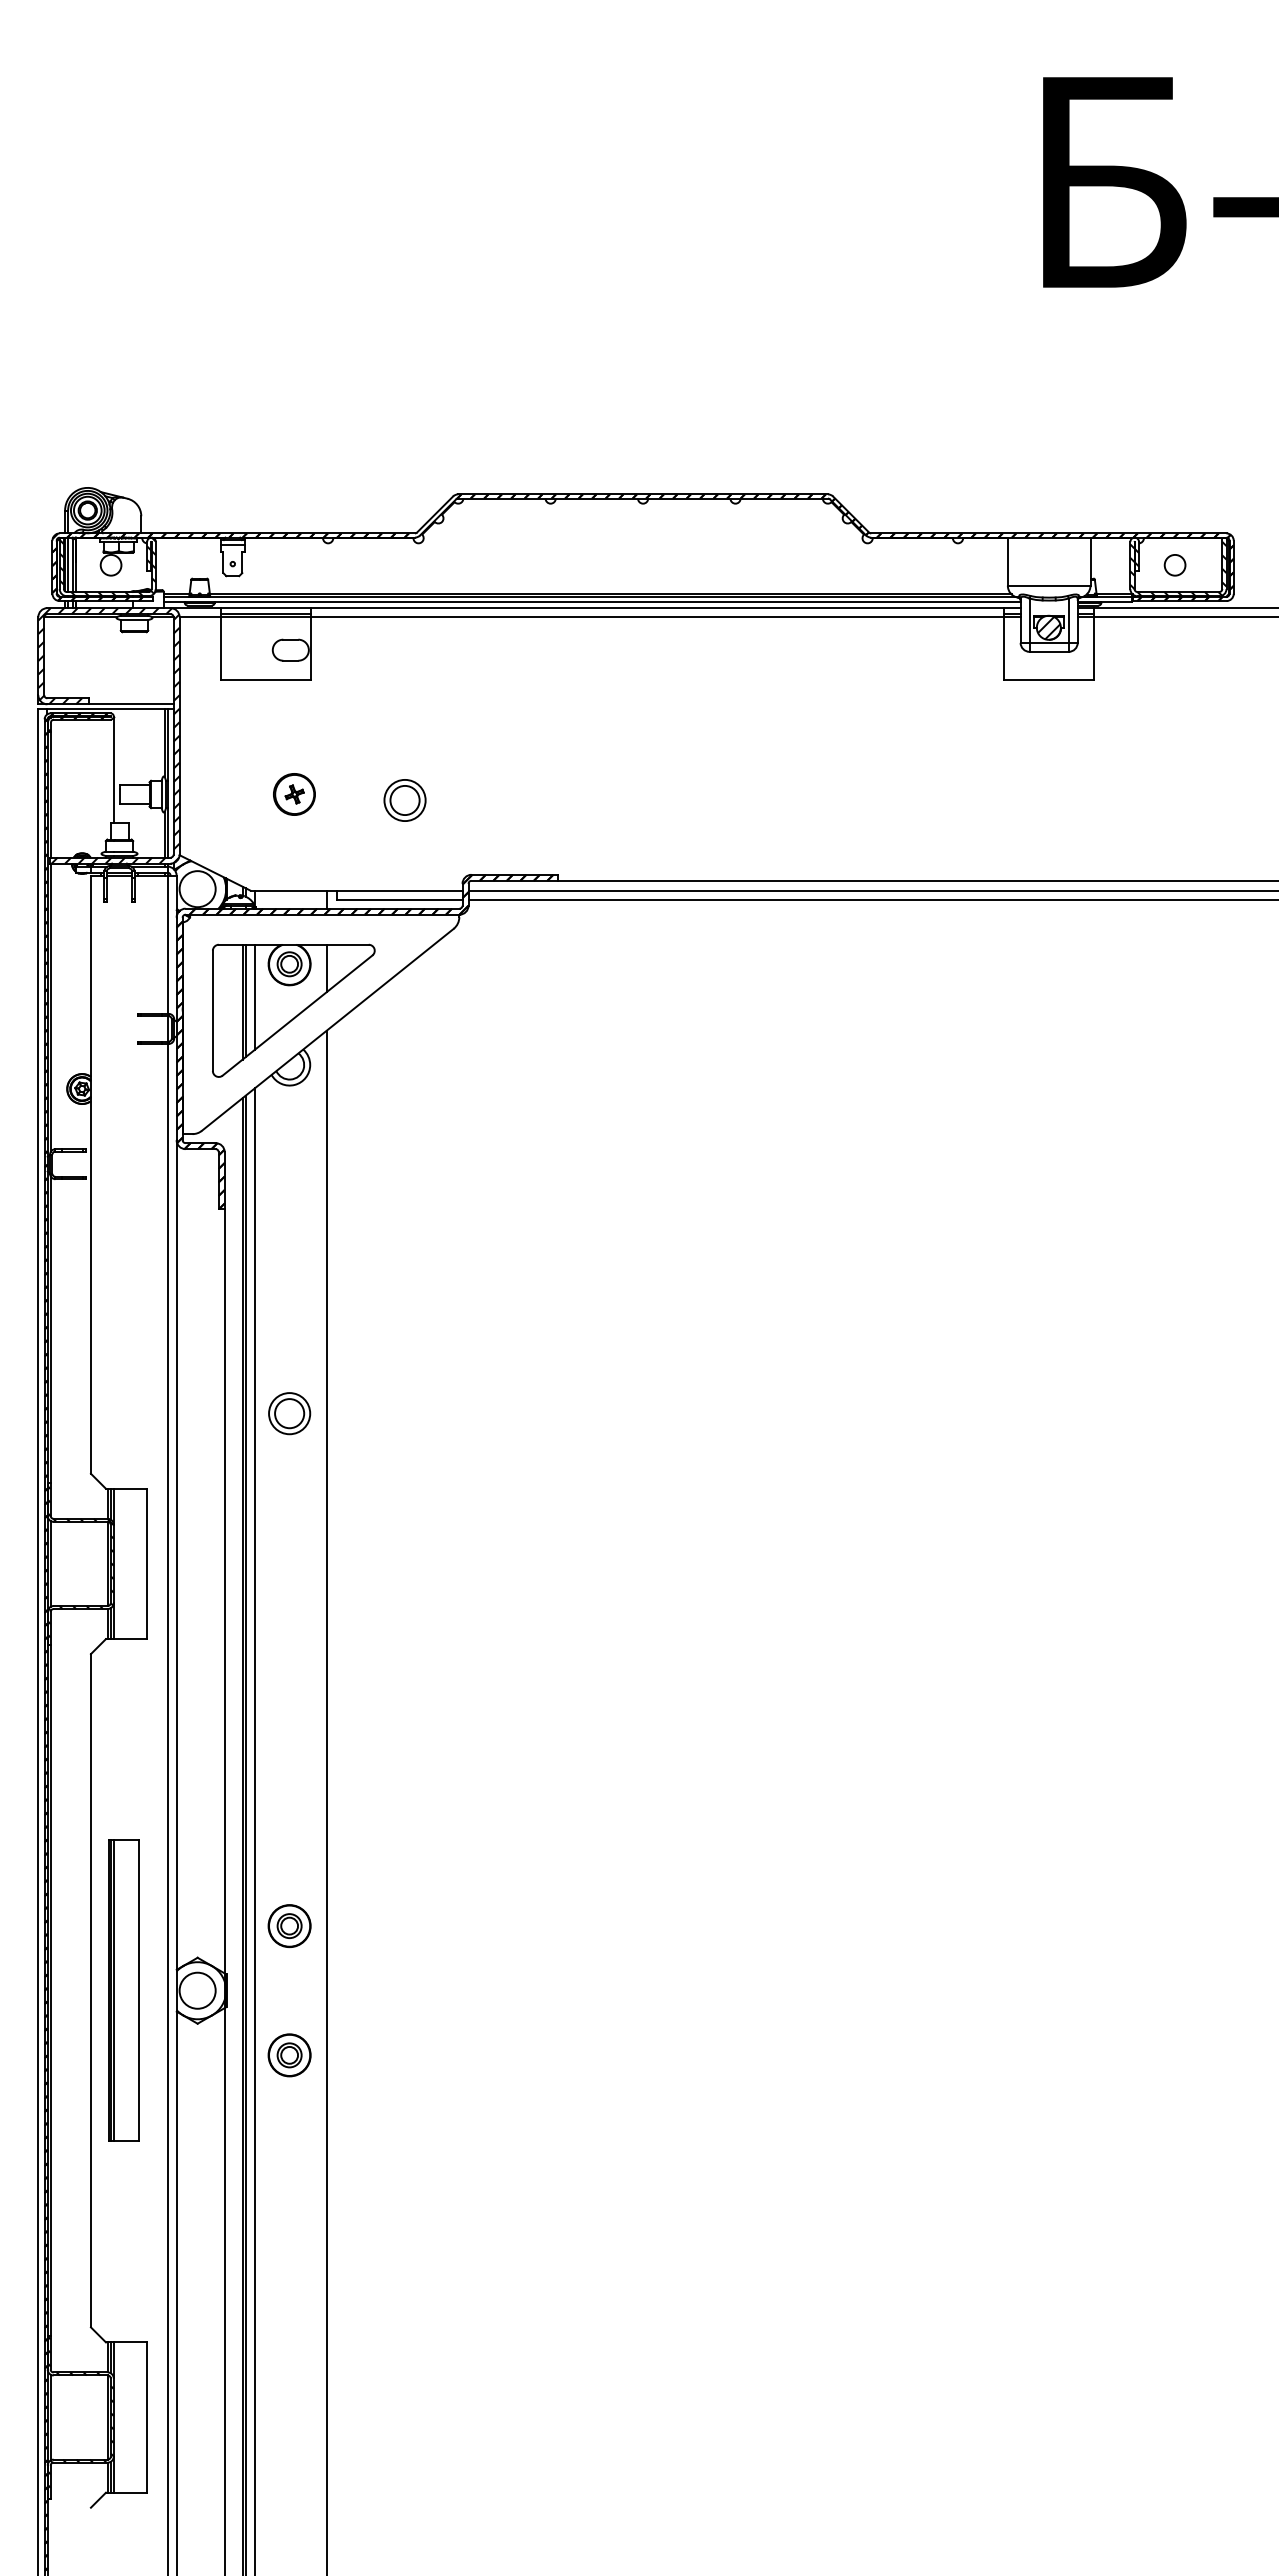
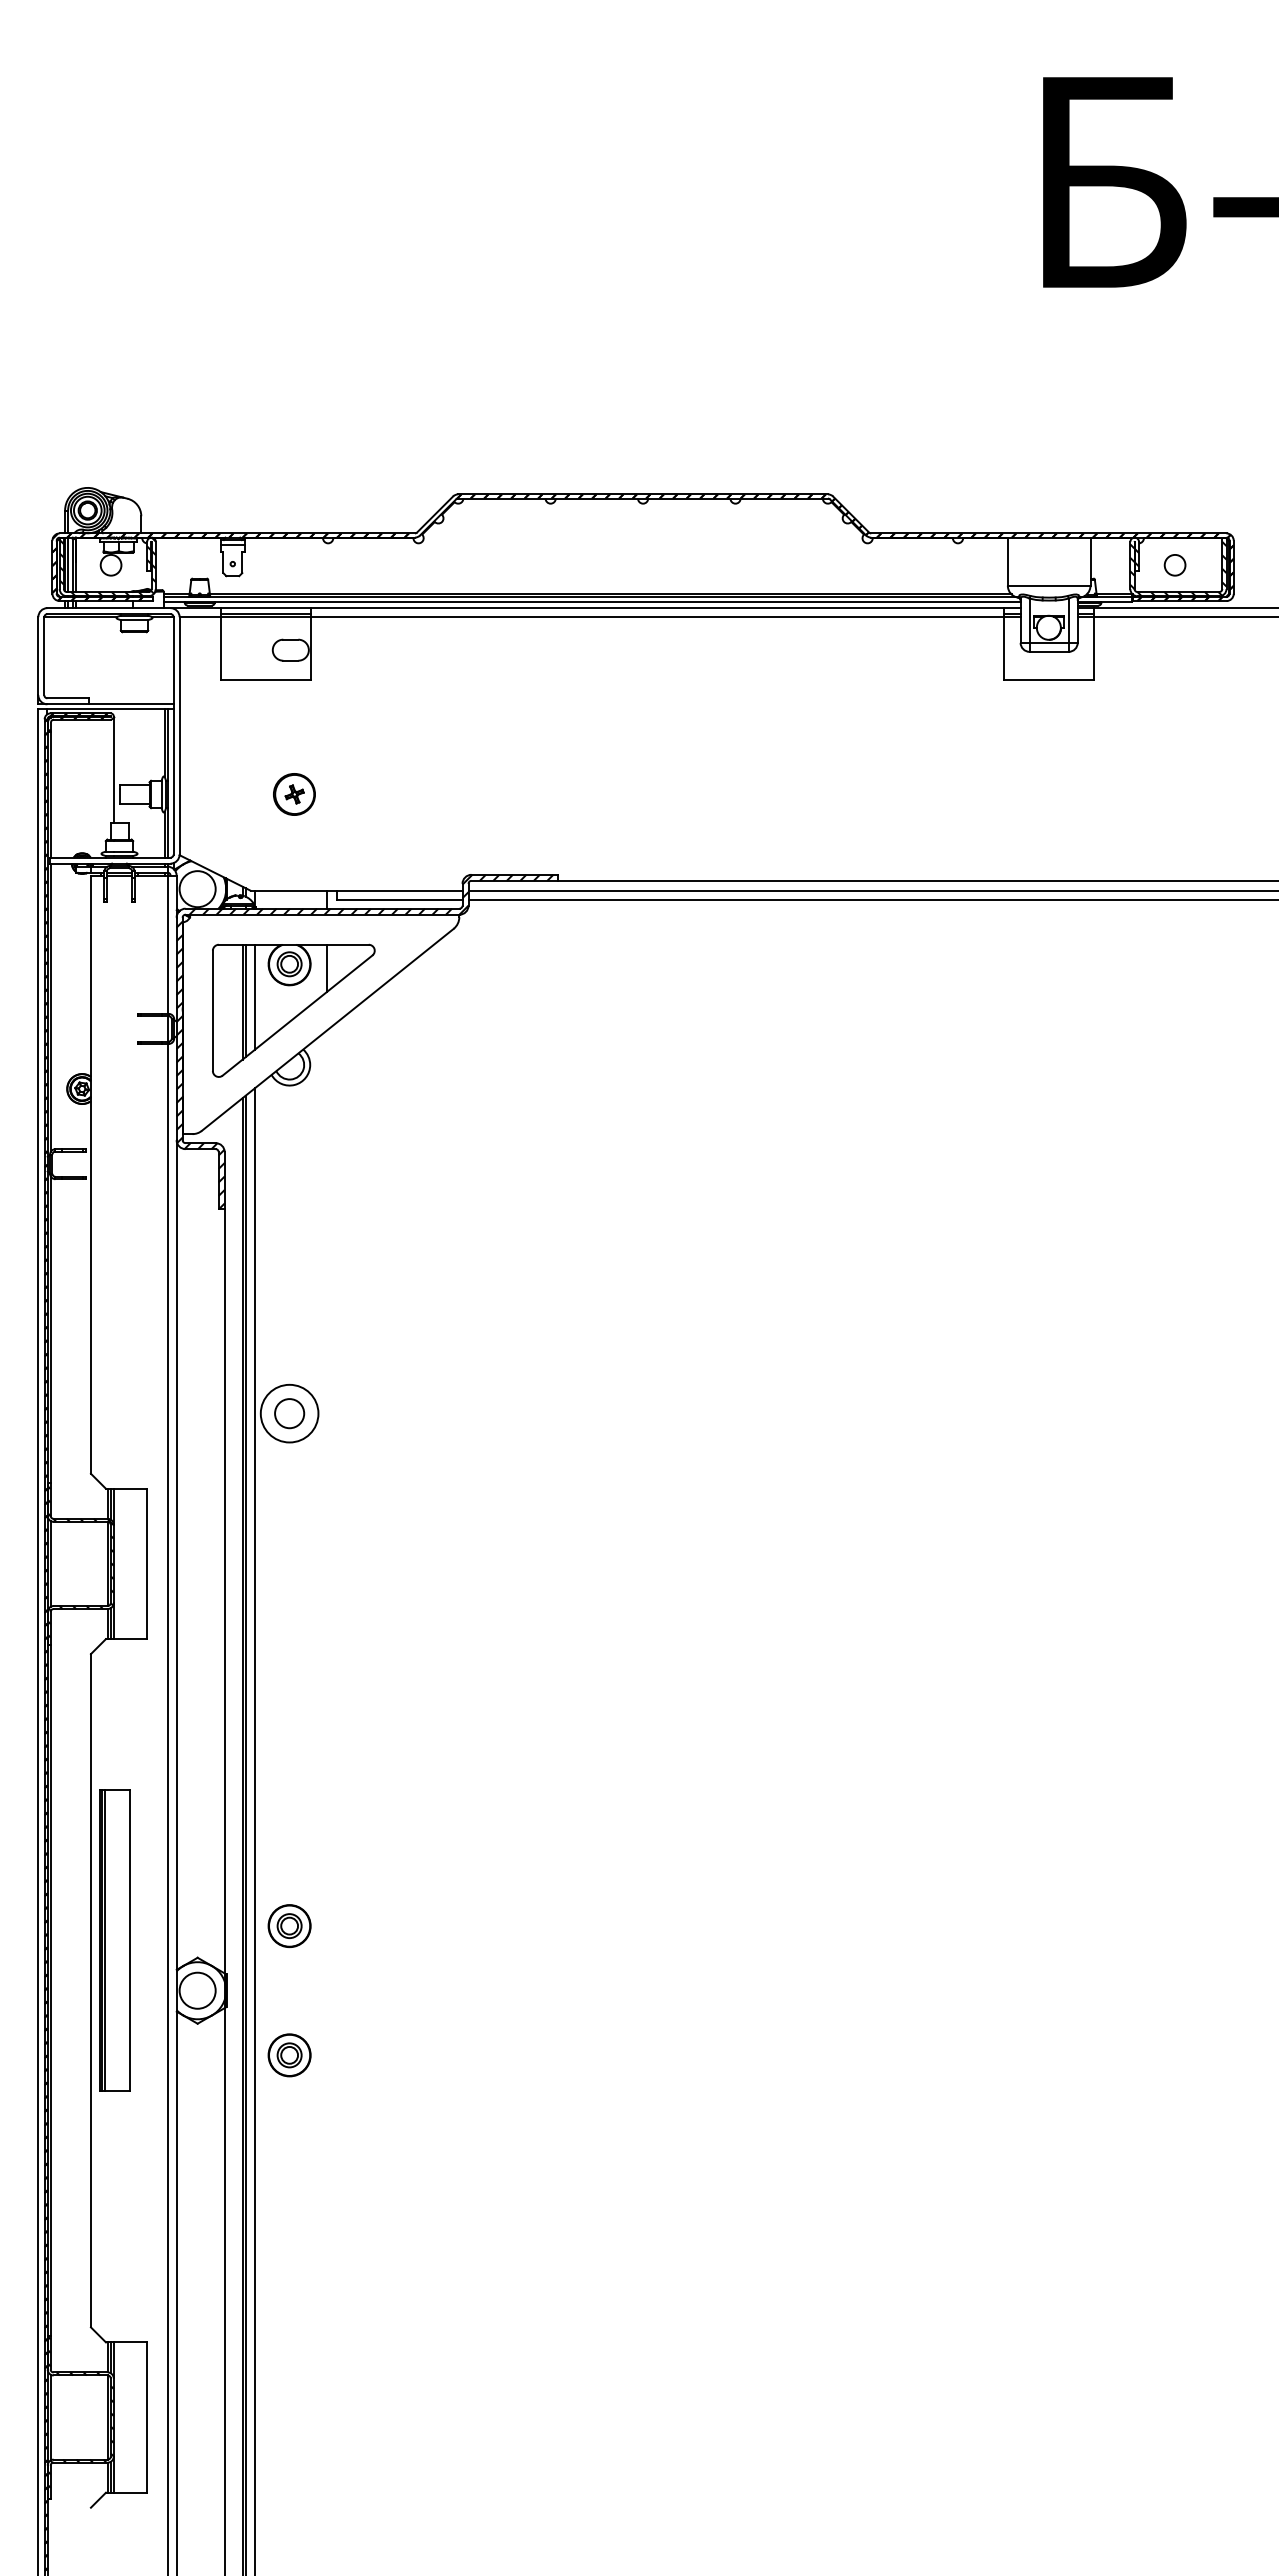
hatch at (1049, 628): present -> none
hatch at (108, 735): present -> none
part at (404, 800): present -> none
hatch at (364, 1041): present -> none
circle at (289, 1413) diameter: 41 px -> 58 px
line at (326, 1801): present -> none
part at (123, 1990) position: (123, 1990) -> (114, 1940)
